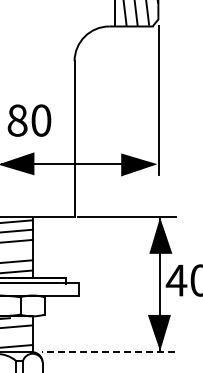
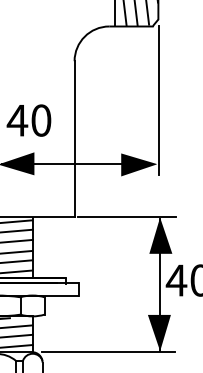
text at (17, 120): 80 -> 40
line at (17, 251): none -> present
line at (17, 335): none -> present
line at (108, 351): dashed -> solid
